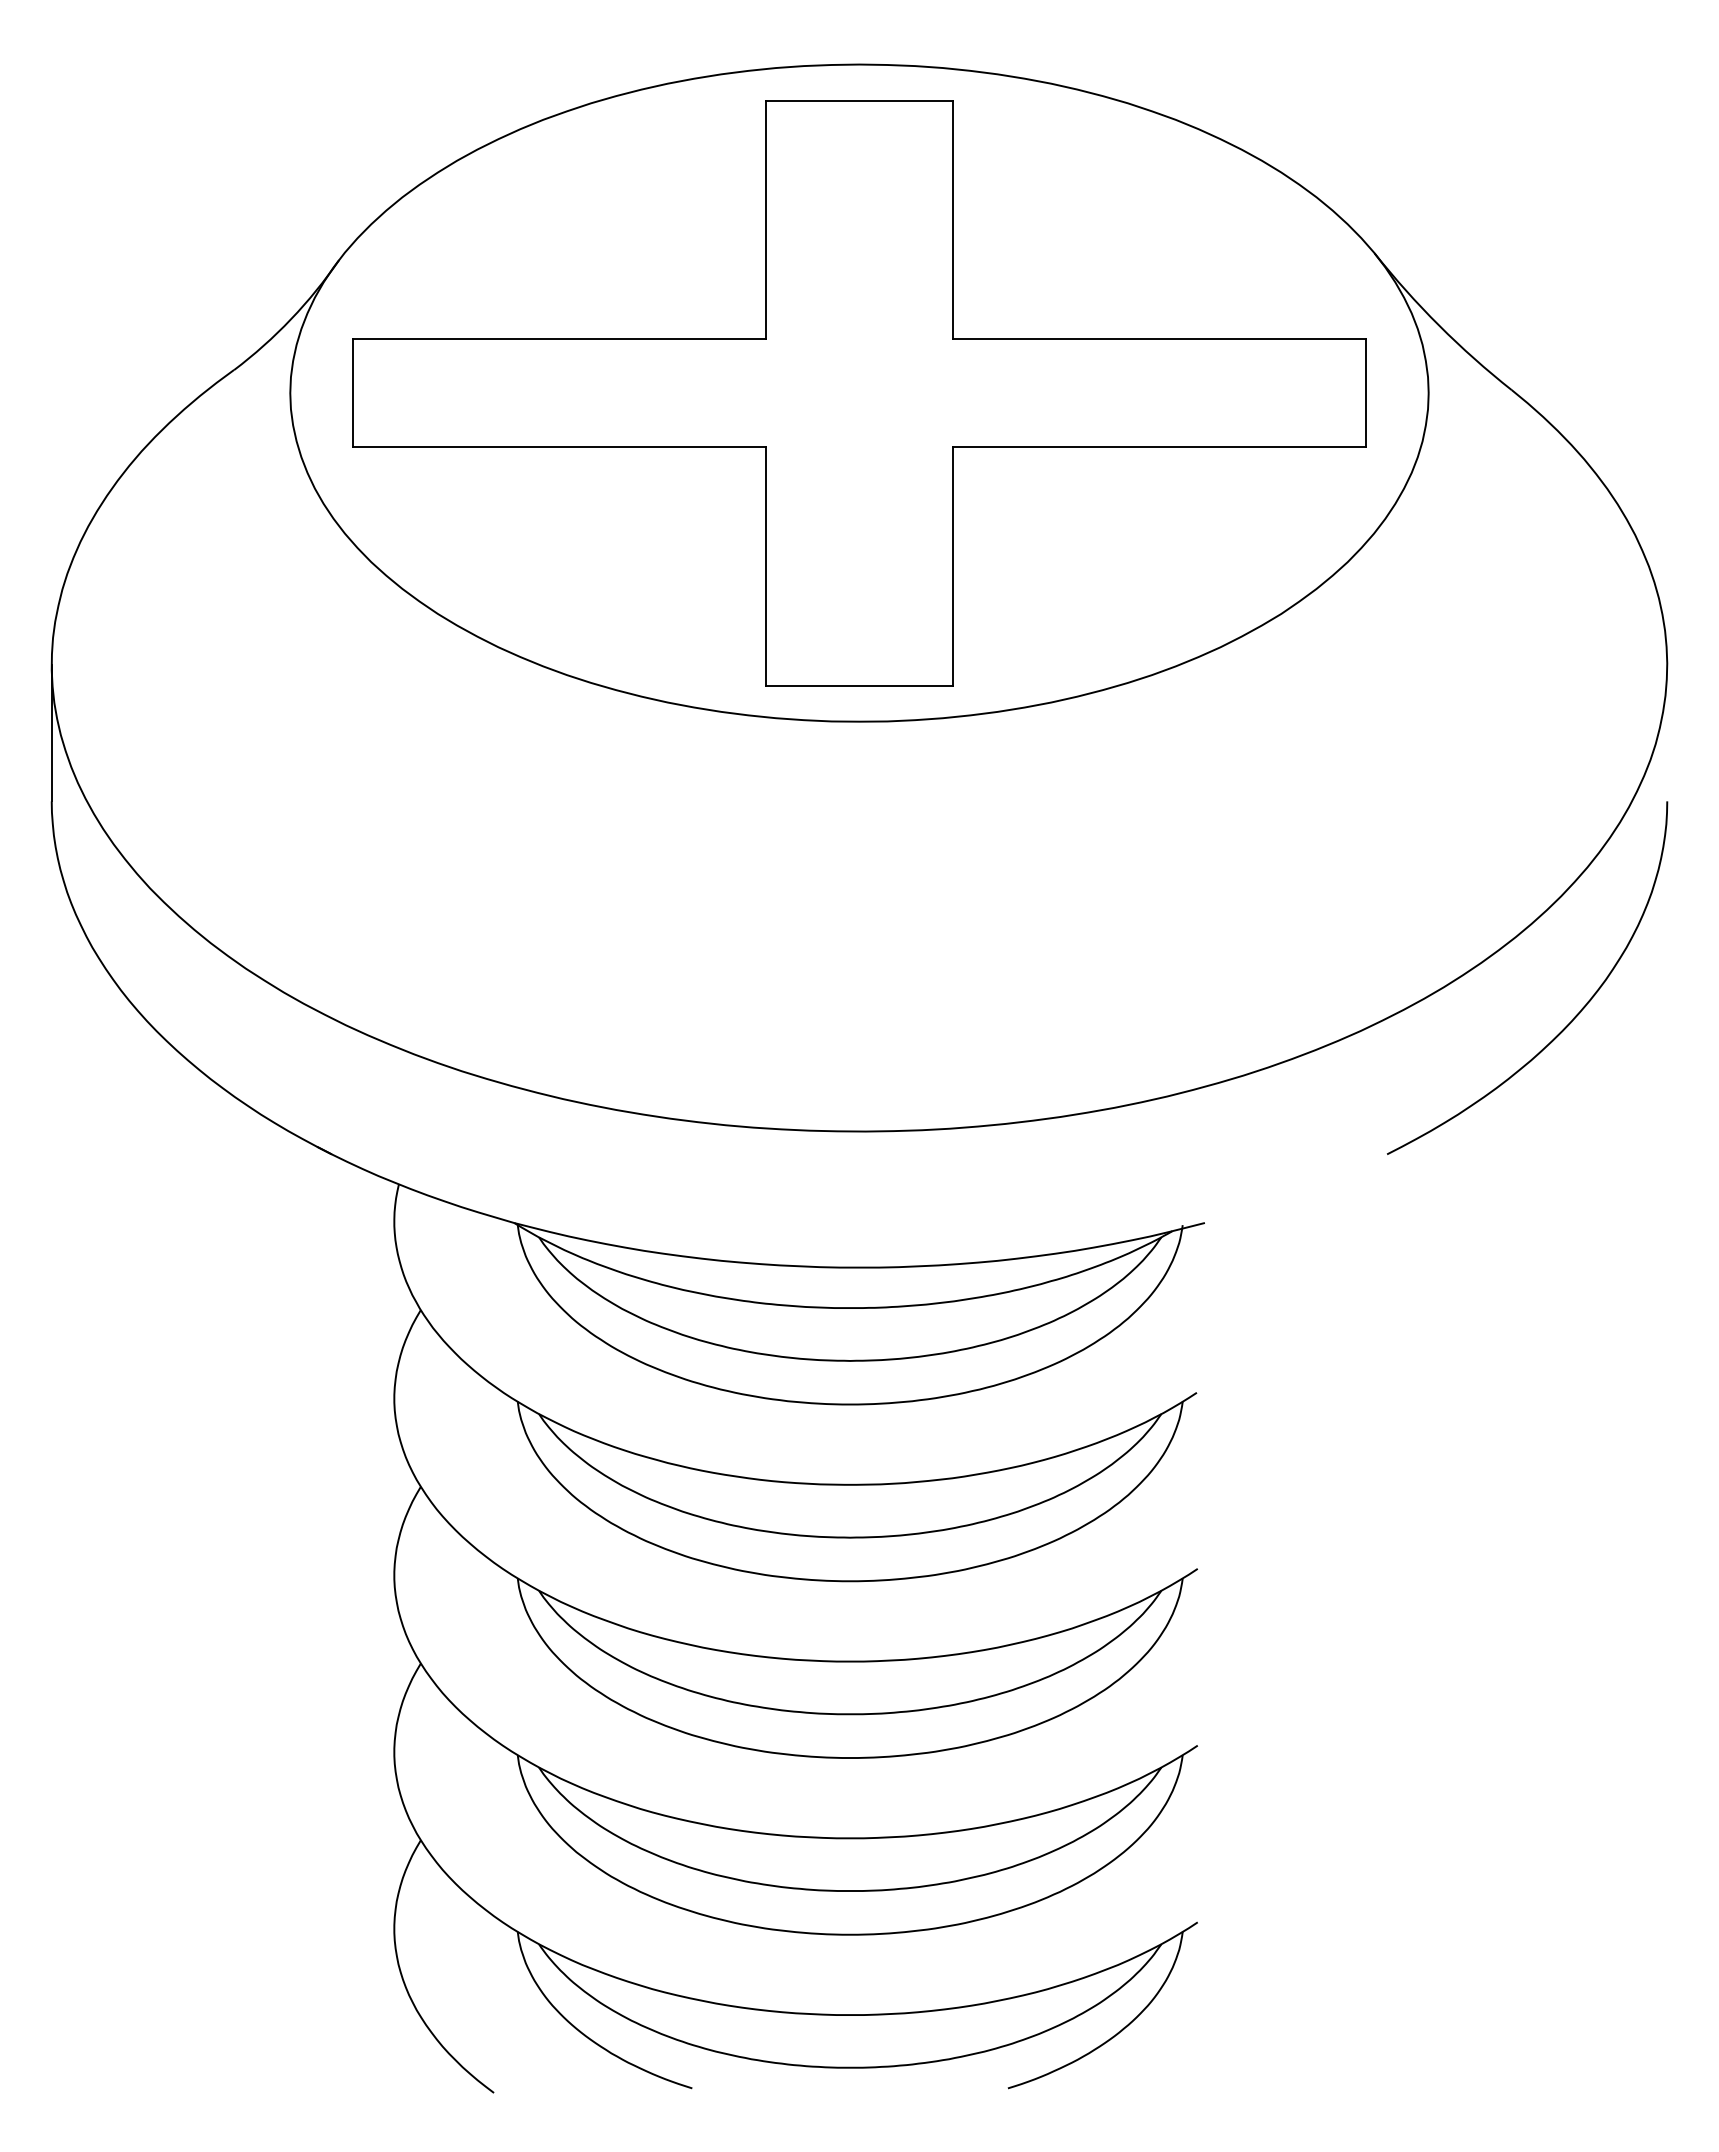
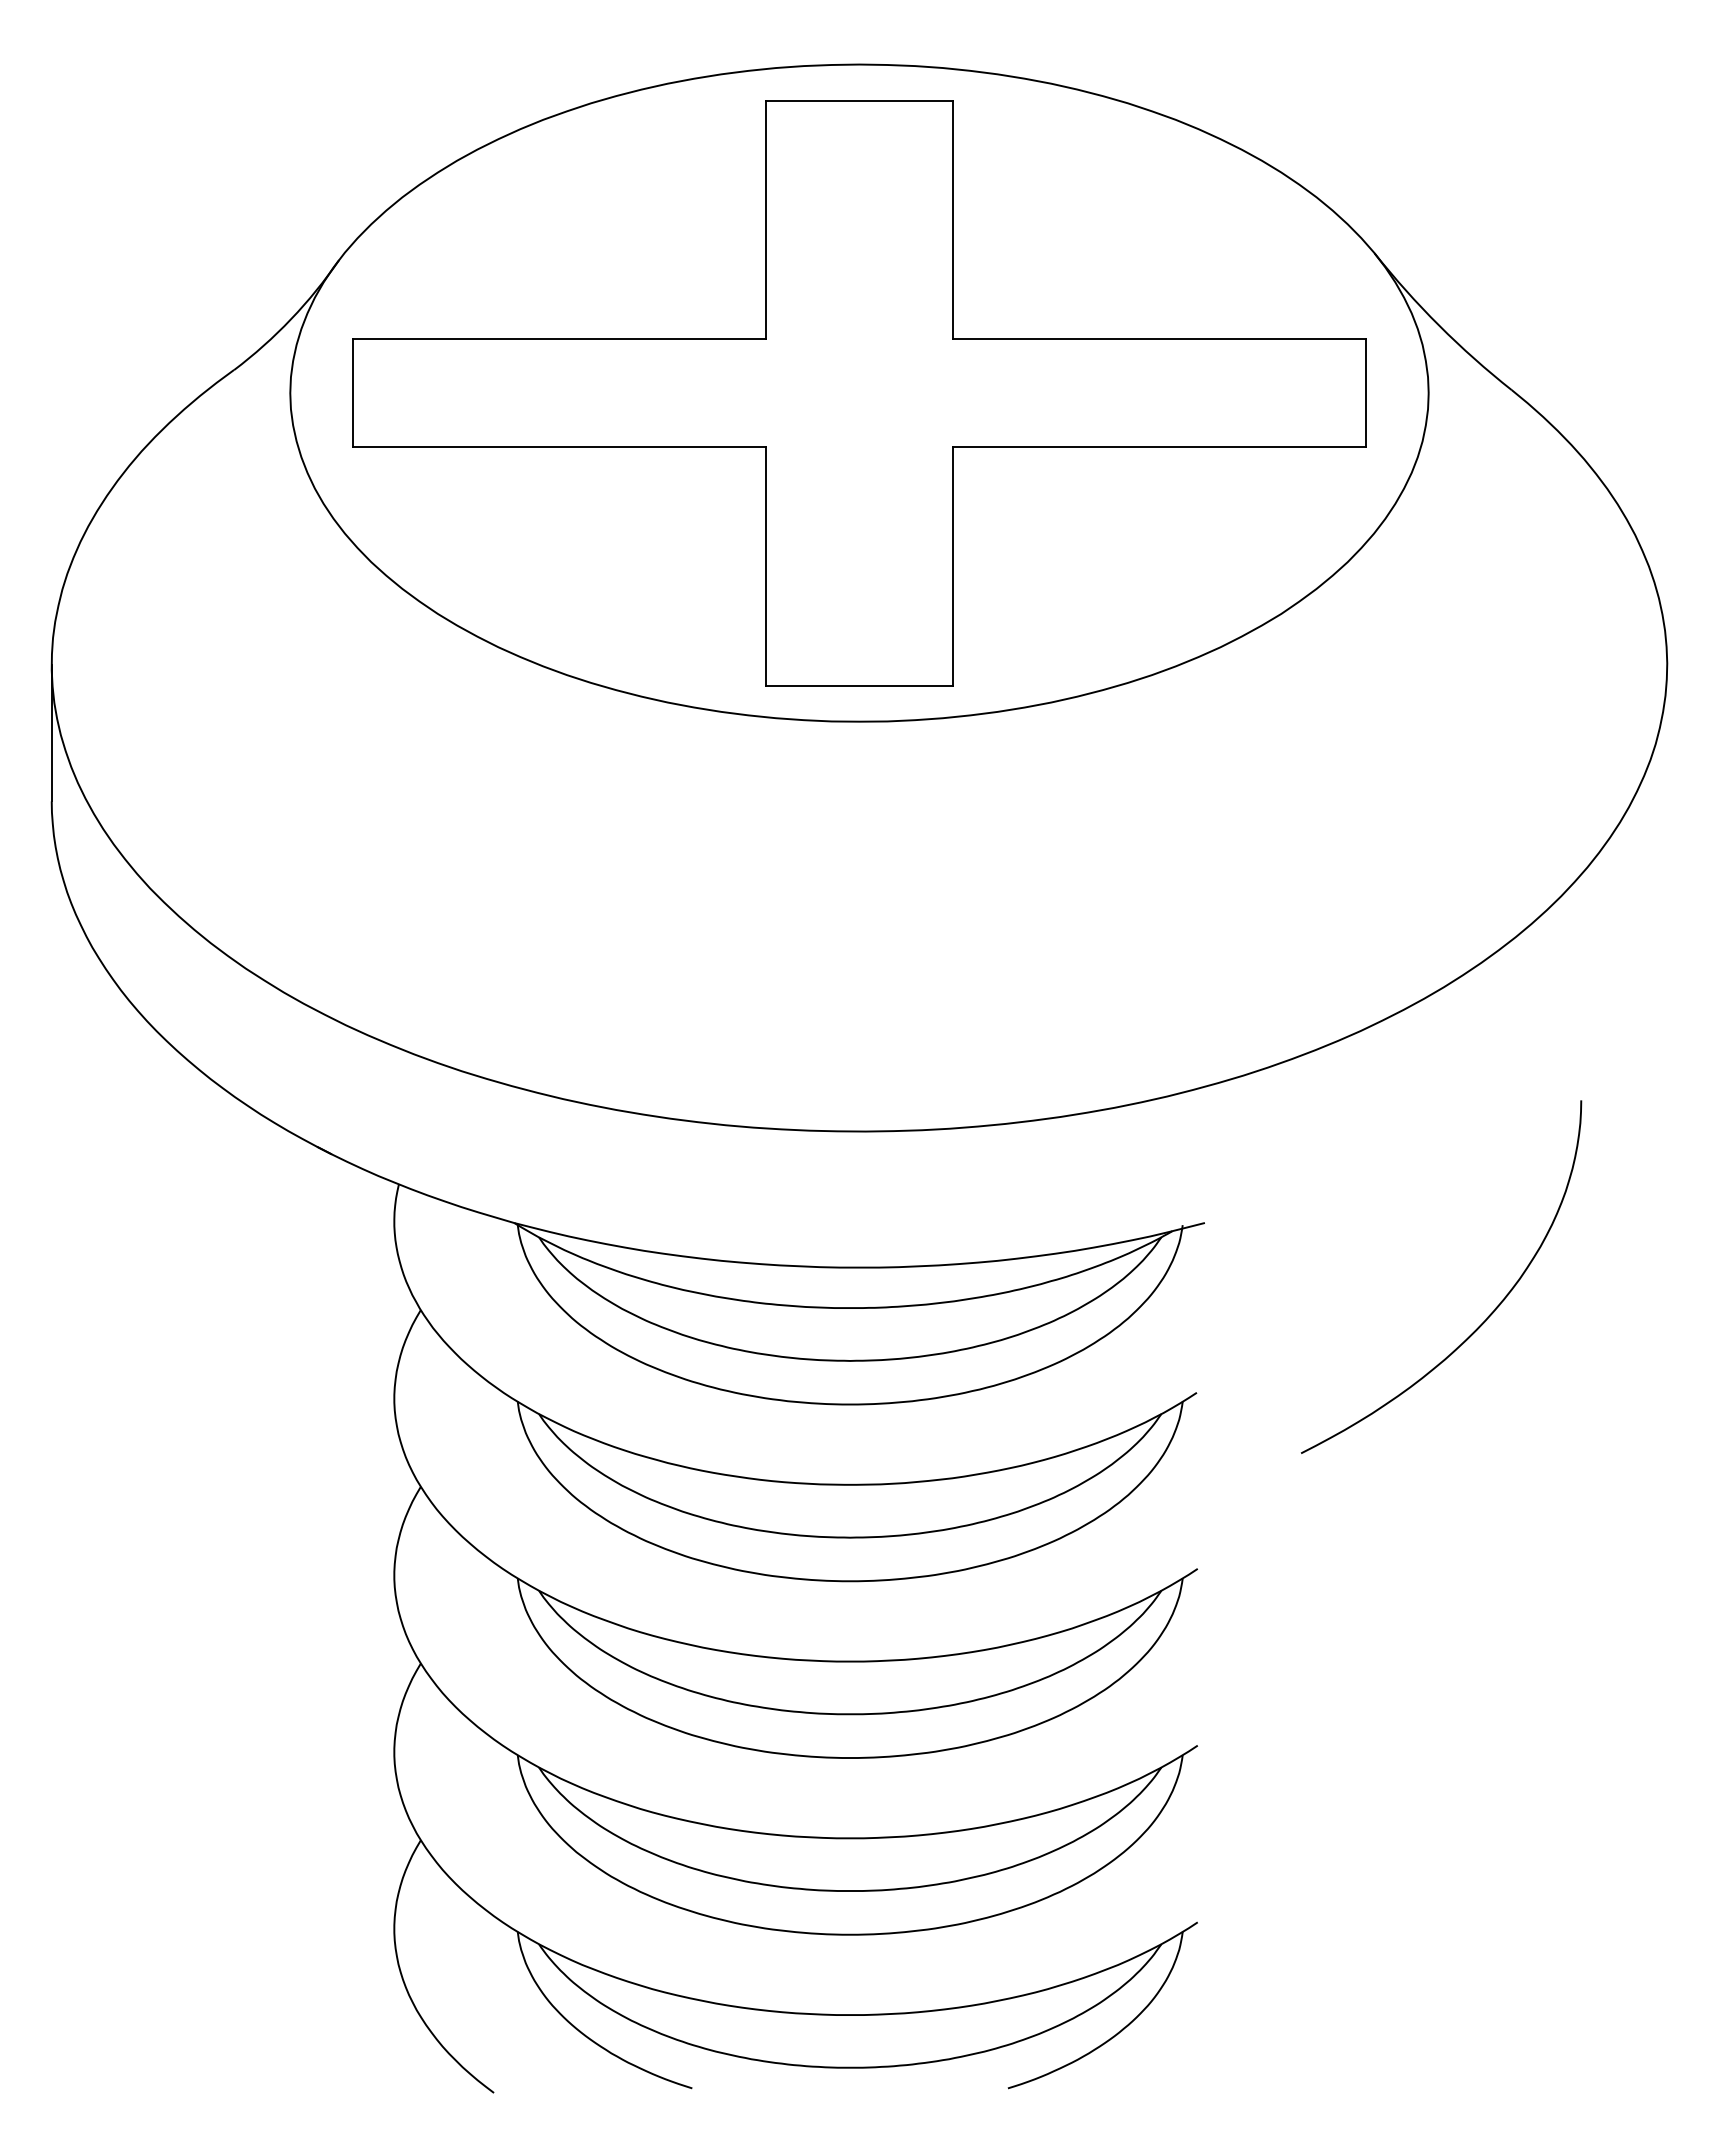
curve at (1573, 1017) position: (1573, 1017) -> (1487, 1316)
